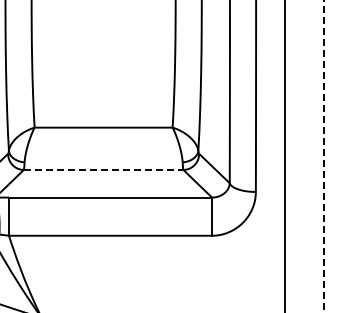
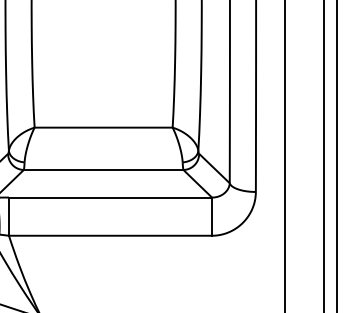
line at (337, 155): none -> present
line at (324, 156): dashed -> solid
line at (103, 169): dashed -> solid
